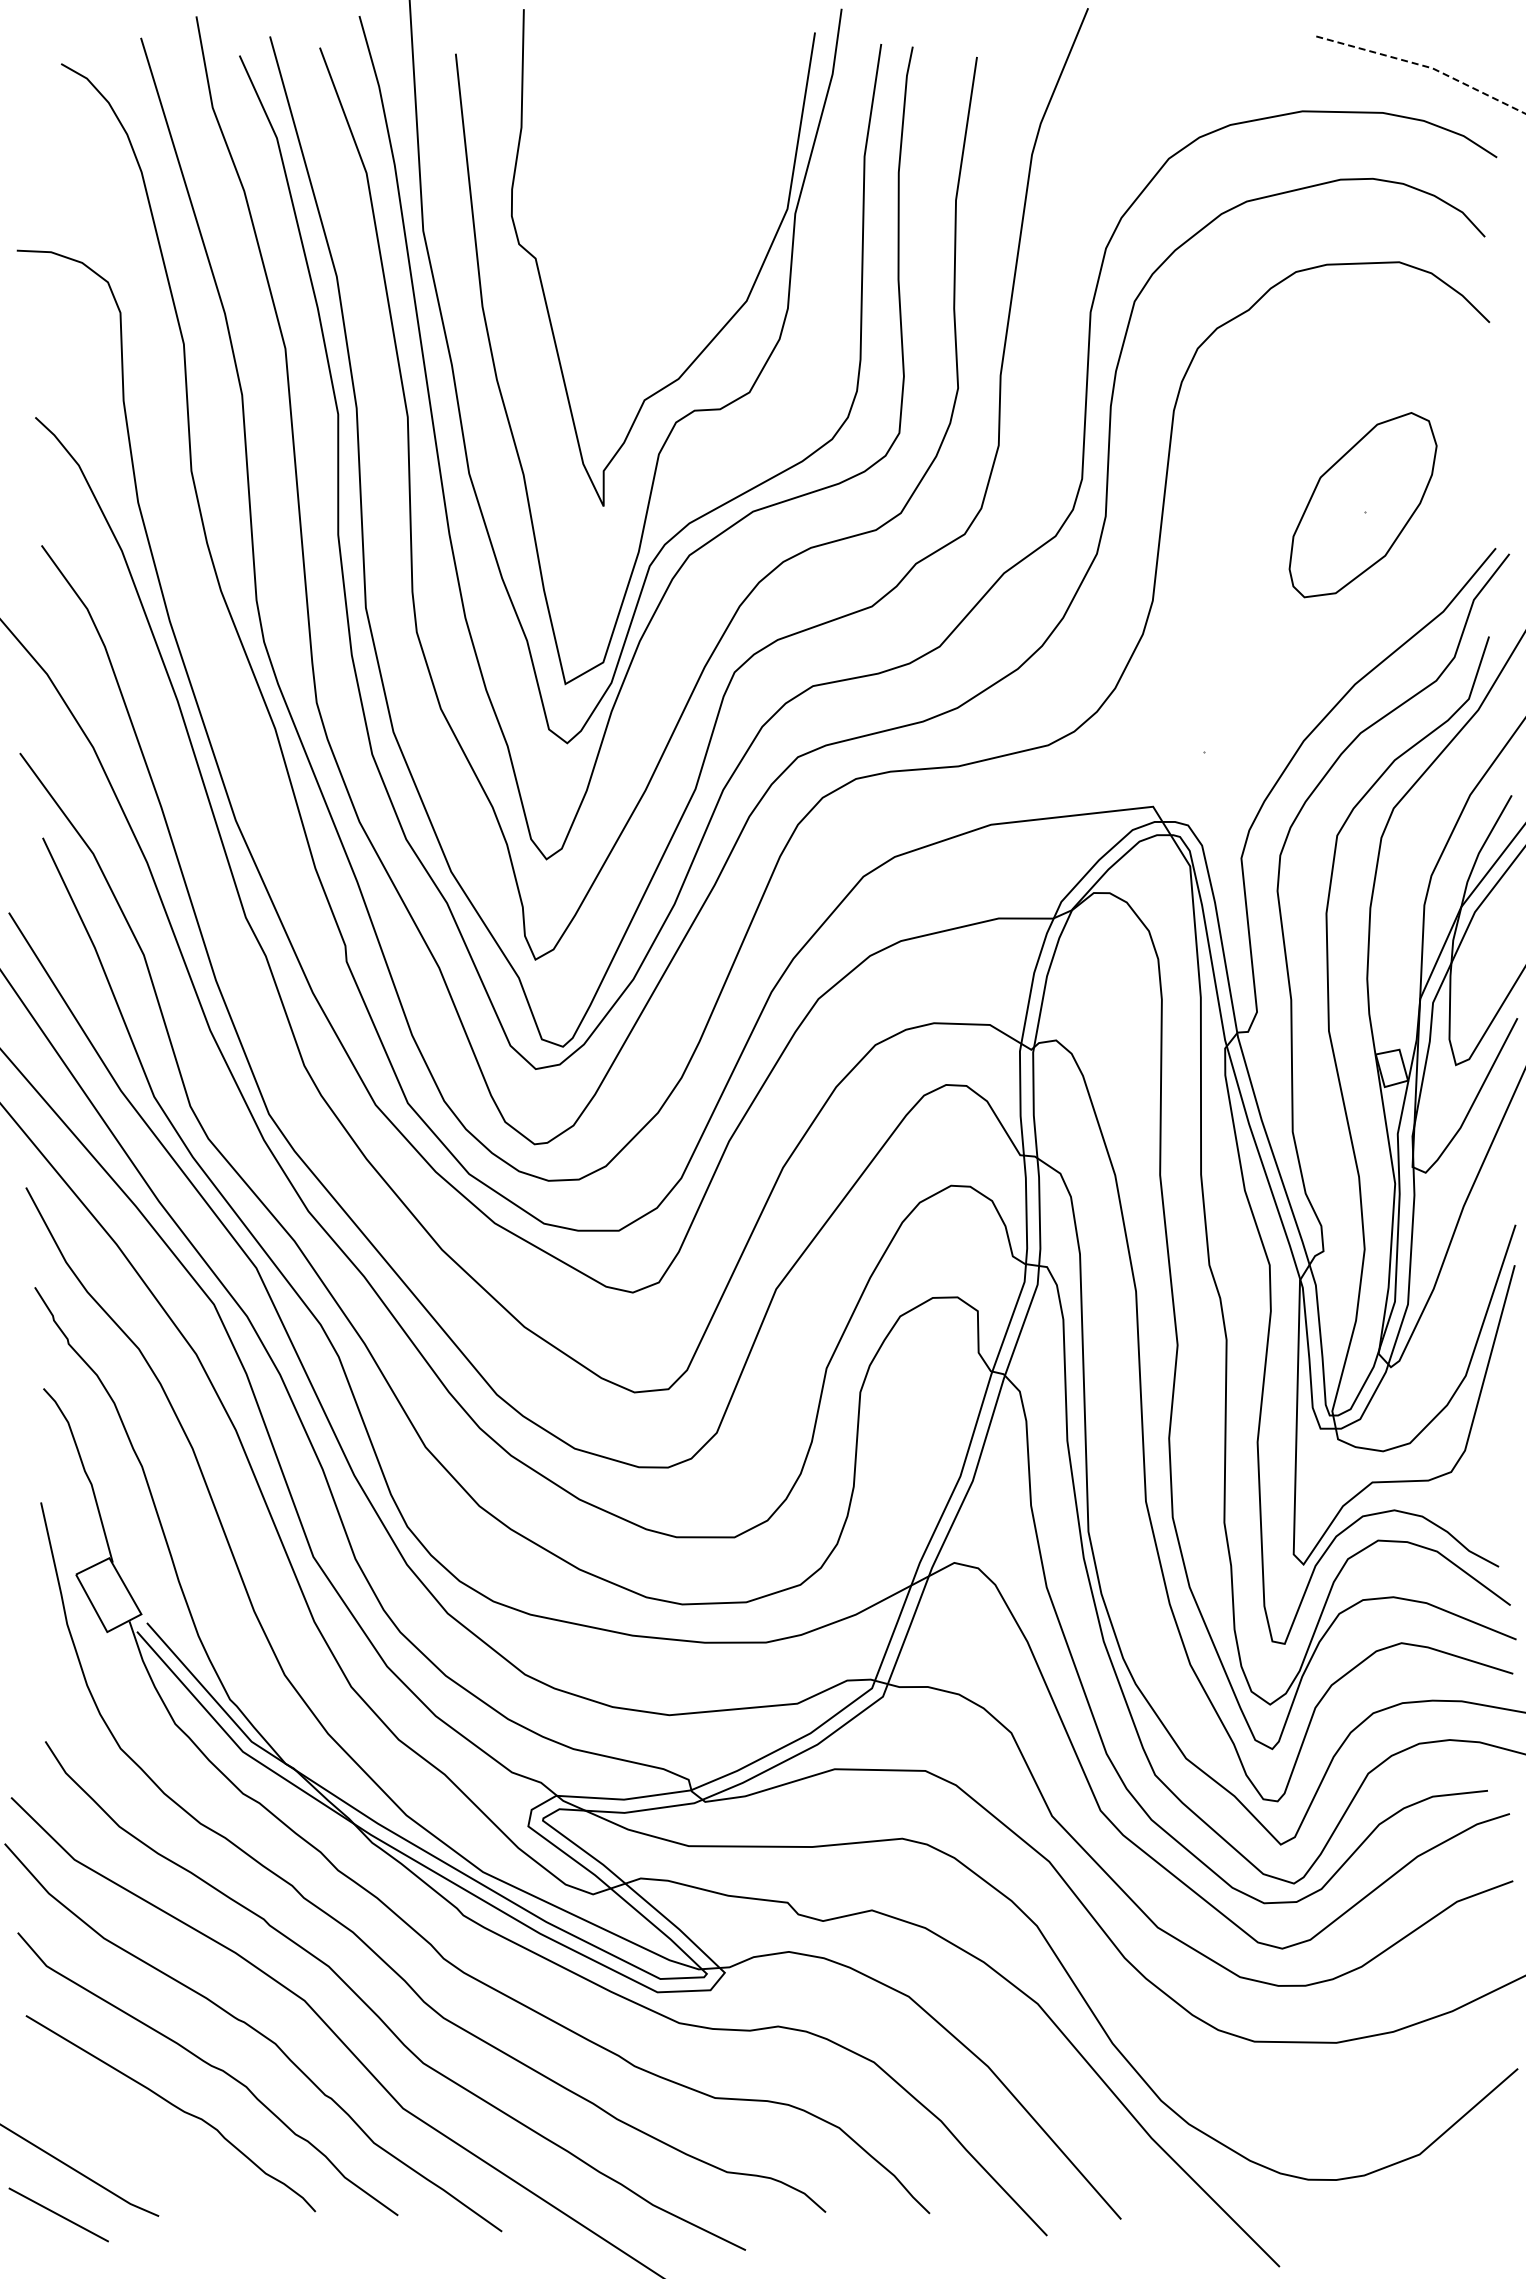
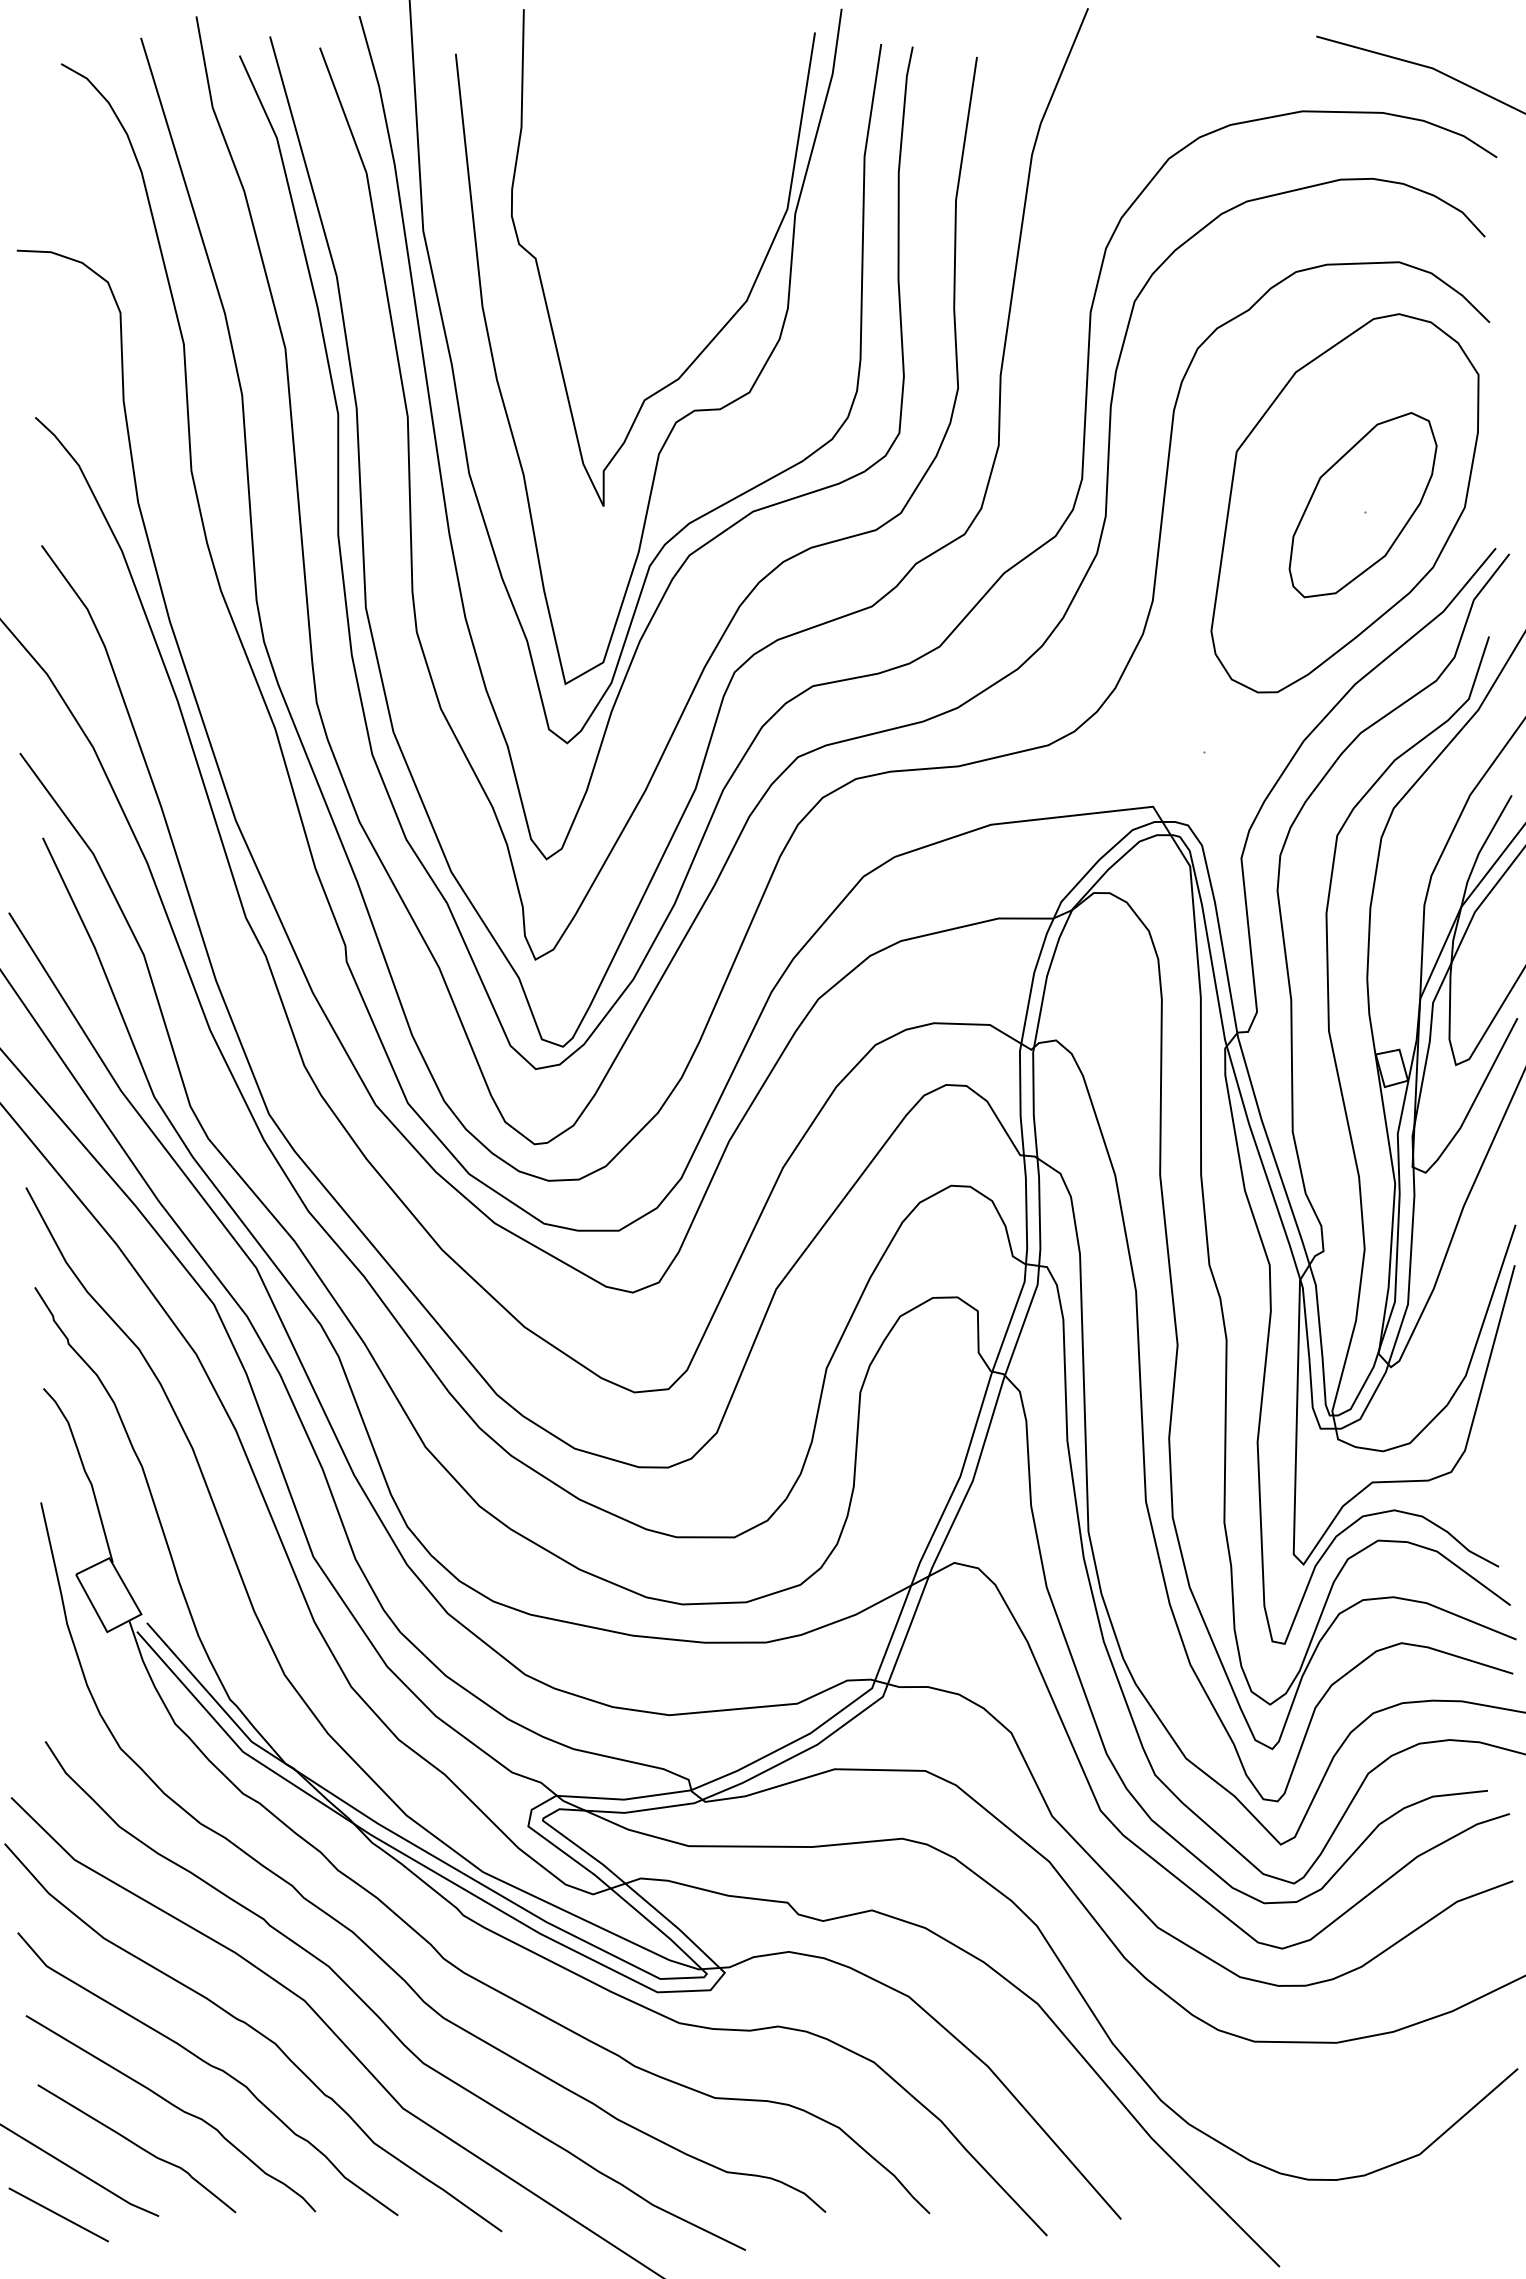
line at (1424, 66): dashed -> solid
part at (1344, 503): none -> present
curve at (136, 2146): none -> present
